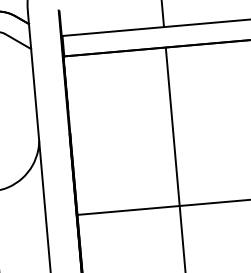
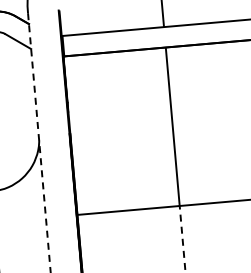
line at (39, 143): solid -> dashed
line at (182, 238): solid -> dashed
